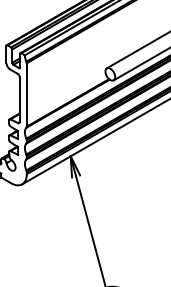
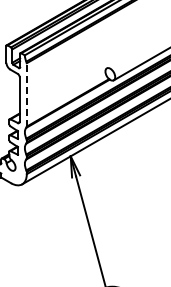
line at (136, 50): present -> none
line at (26, 94): solid -> dashed
